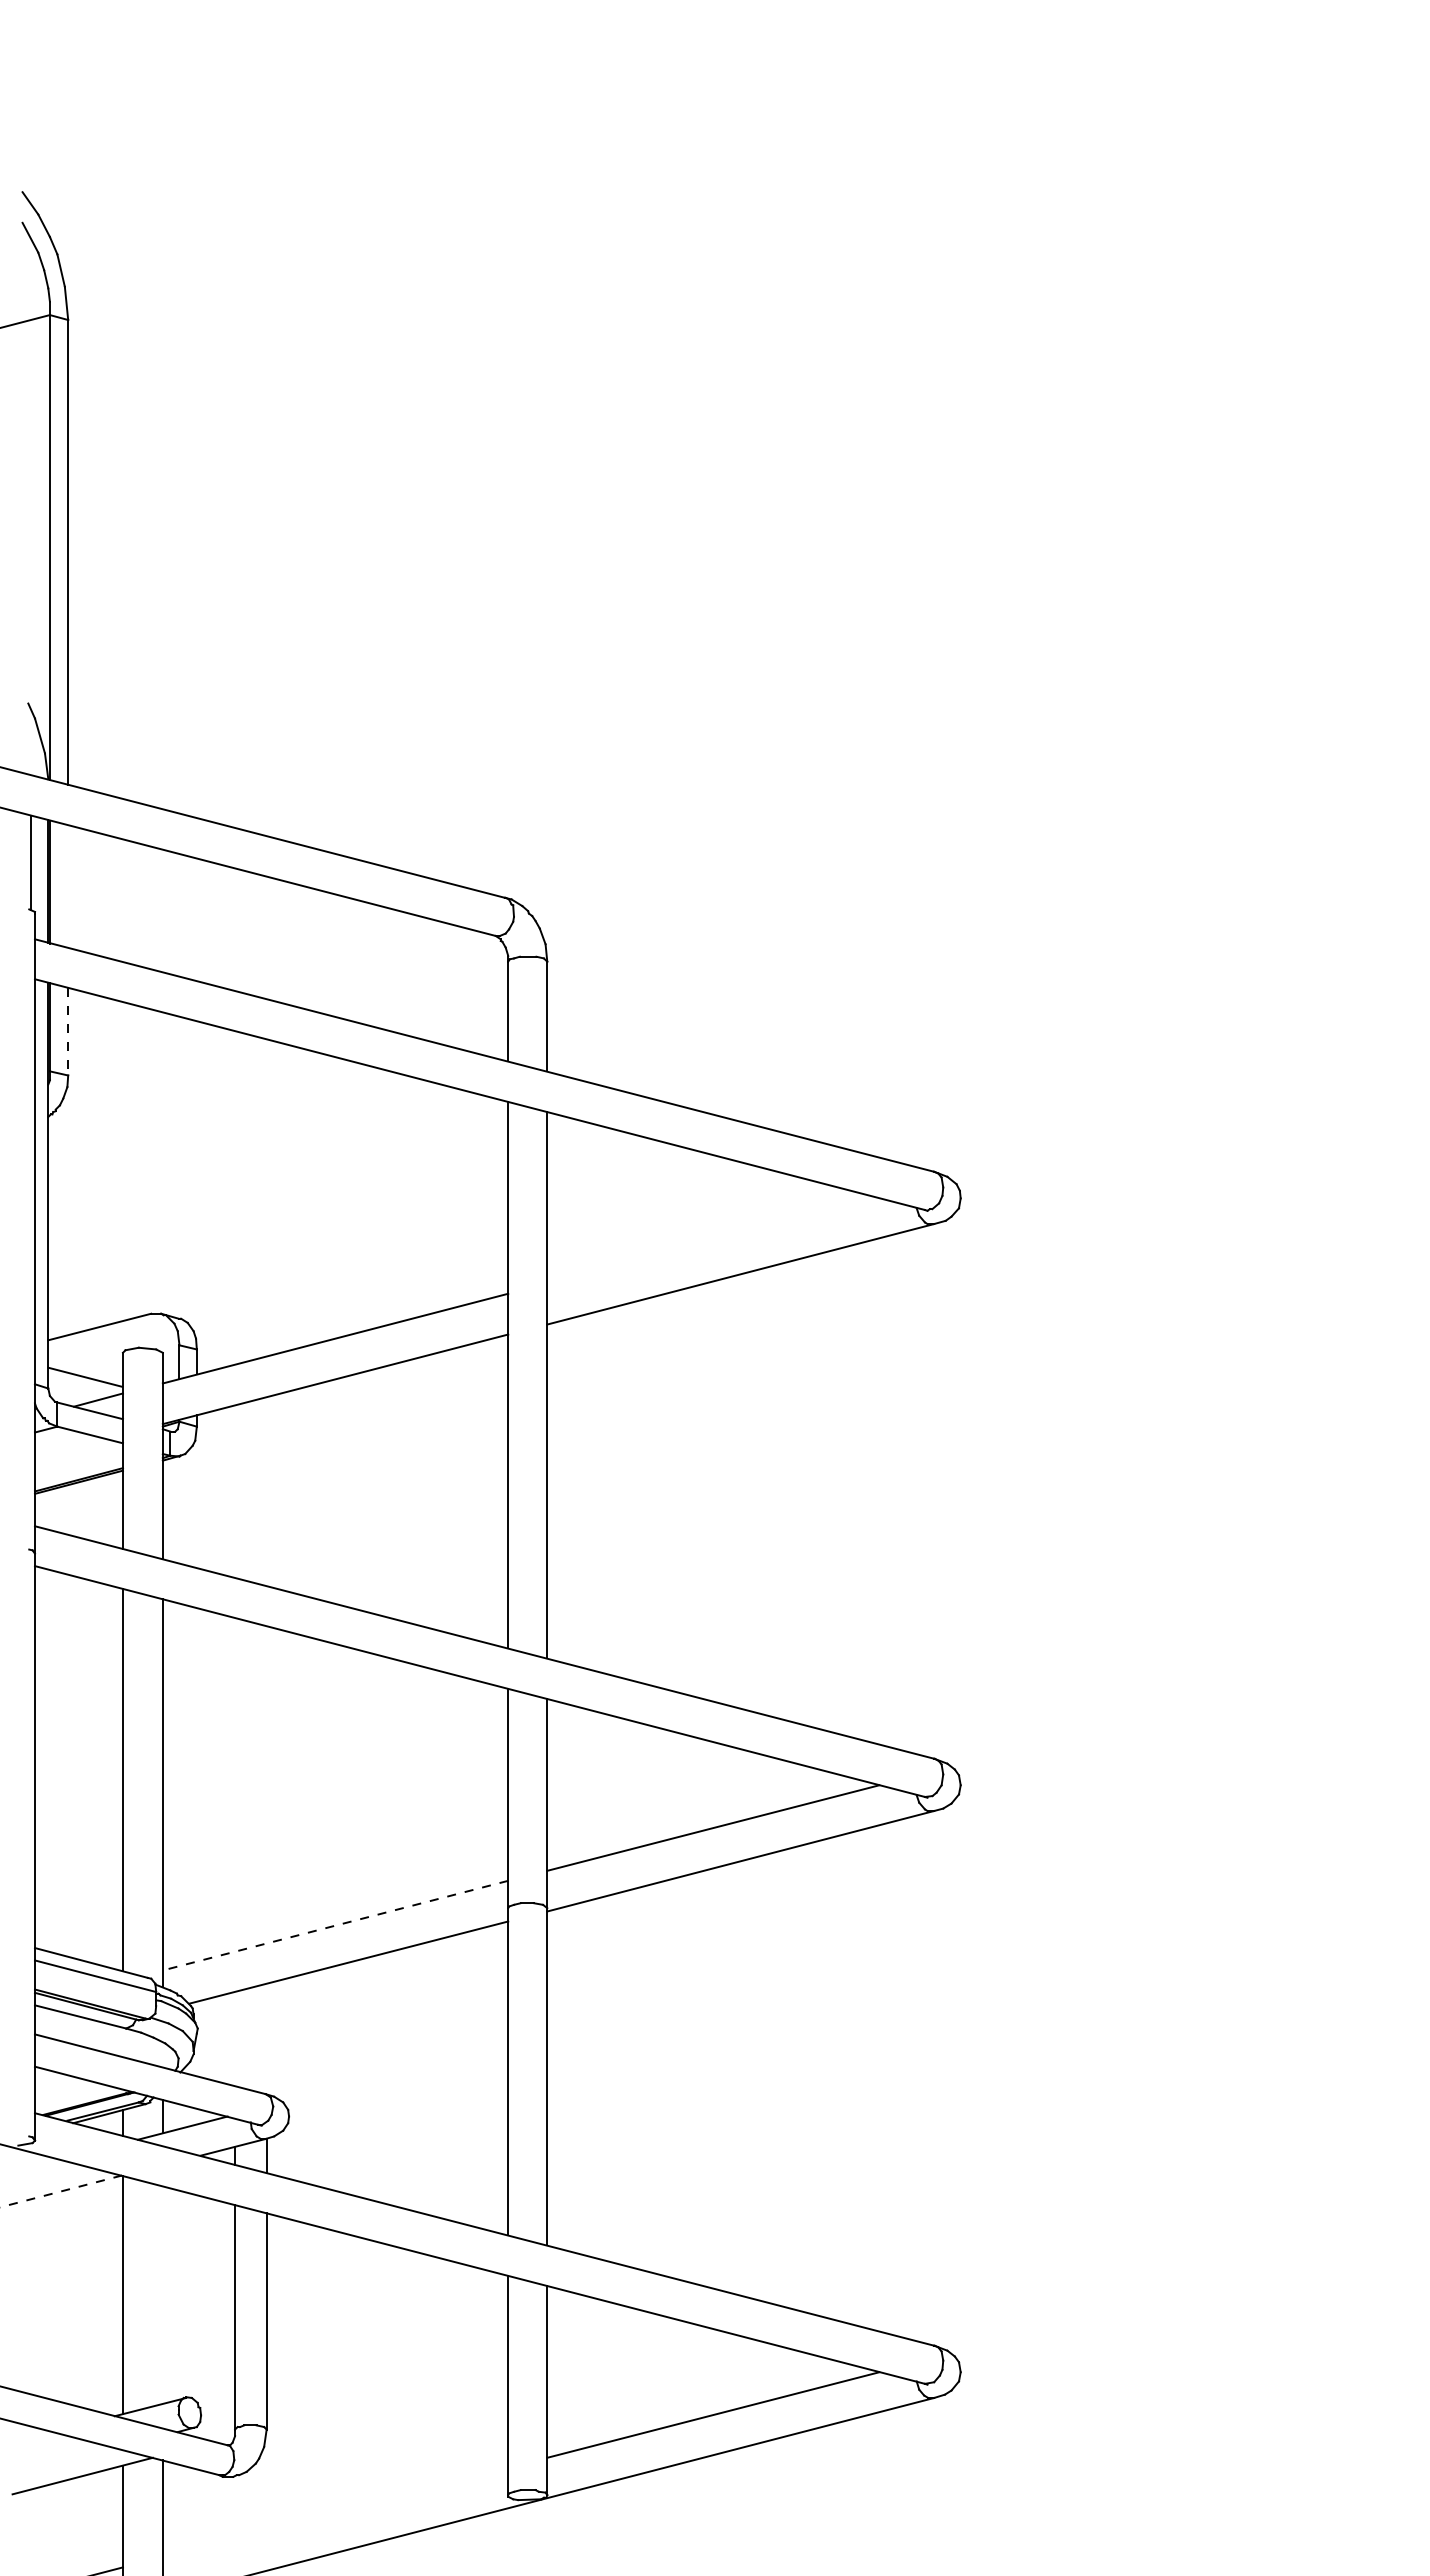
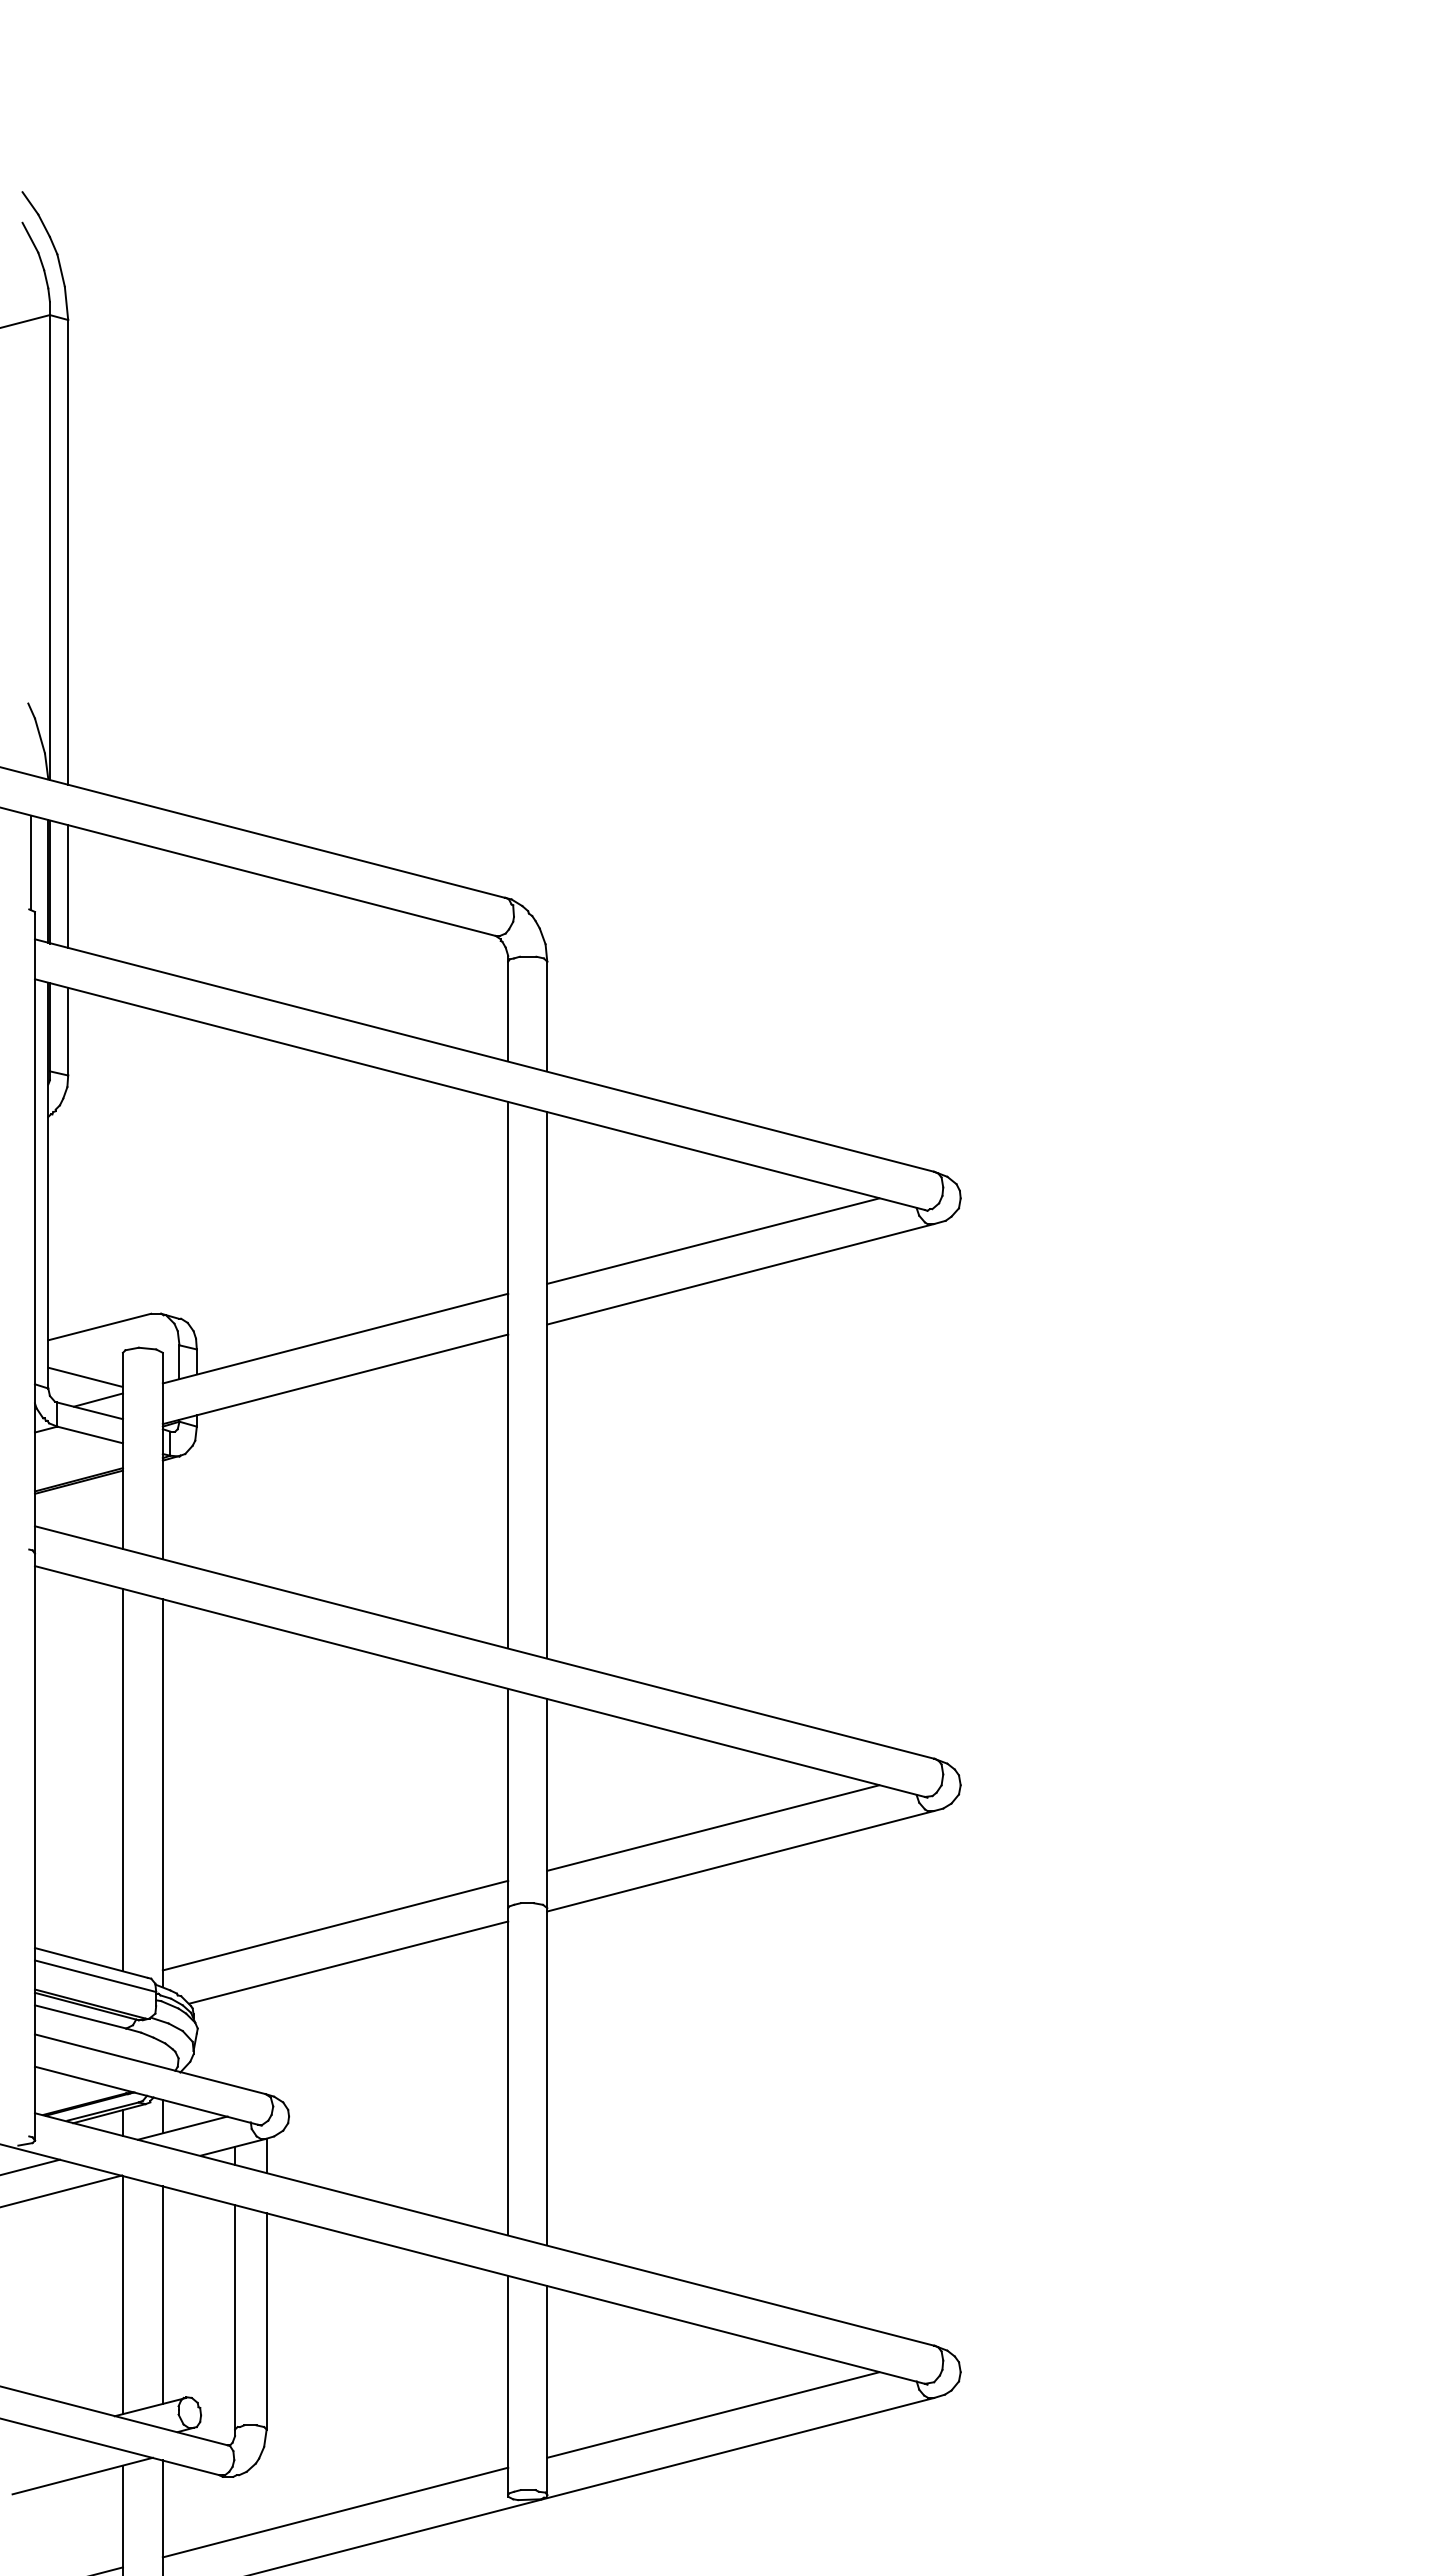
line at (68, 885): none -> present
line at (68, 1031): dashed -> solid
line at (713, 1240): none -> present
line at (335, 1925): dashed -> solid
line at (30, 2166): none -> present
line at (61, 2191): dashed -> solid
line at (162, 2294): none -> present
line at (335, 2512): none -> present
